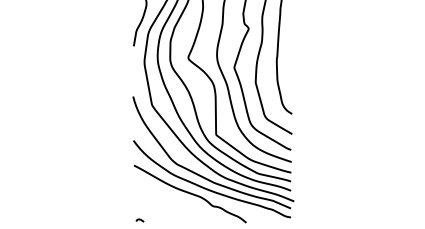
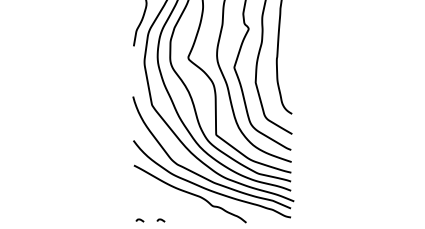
curve at (160, 220): none -> present
